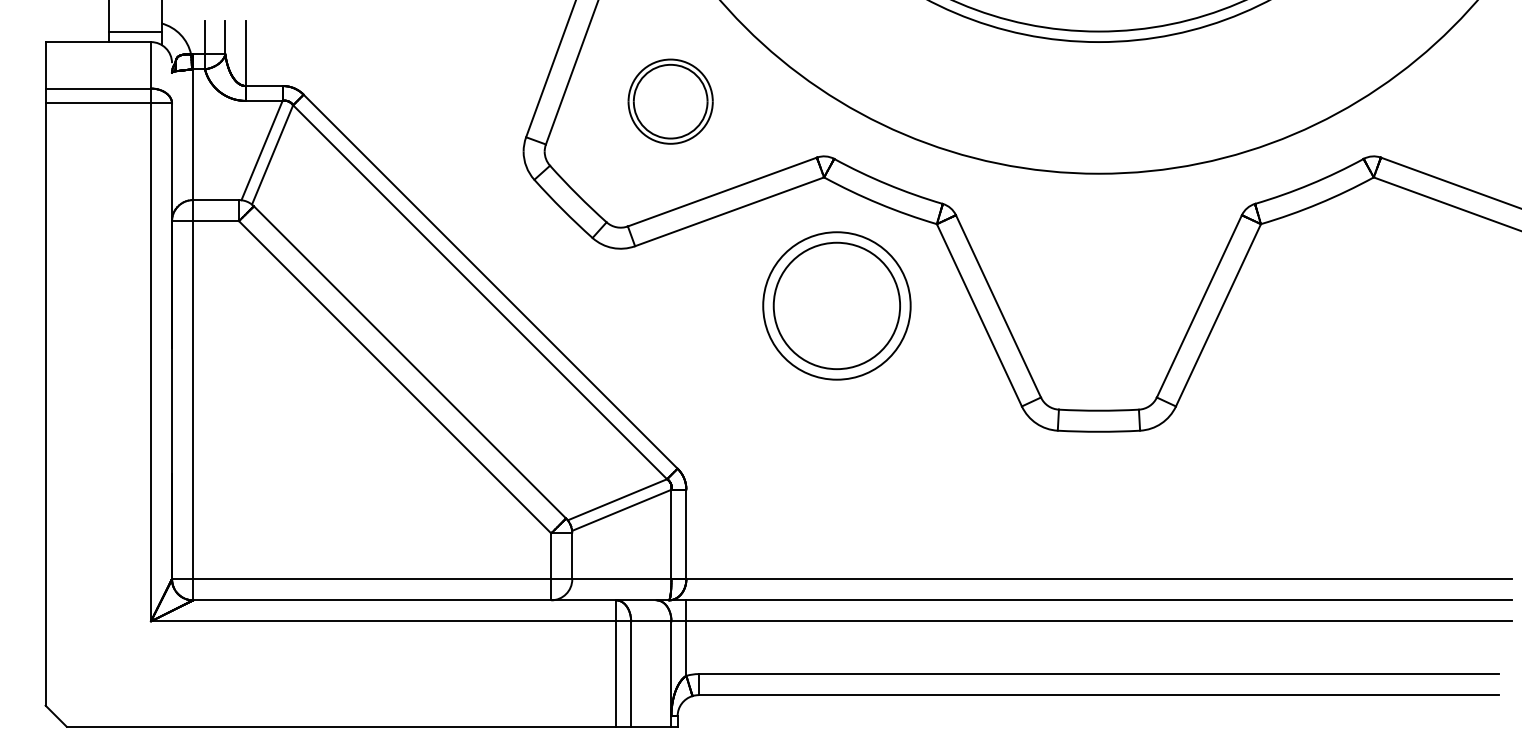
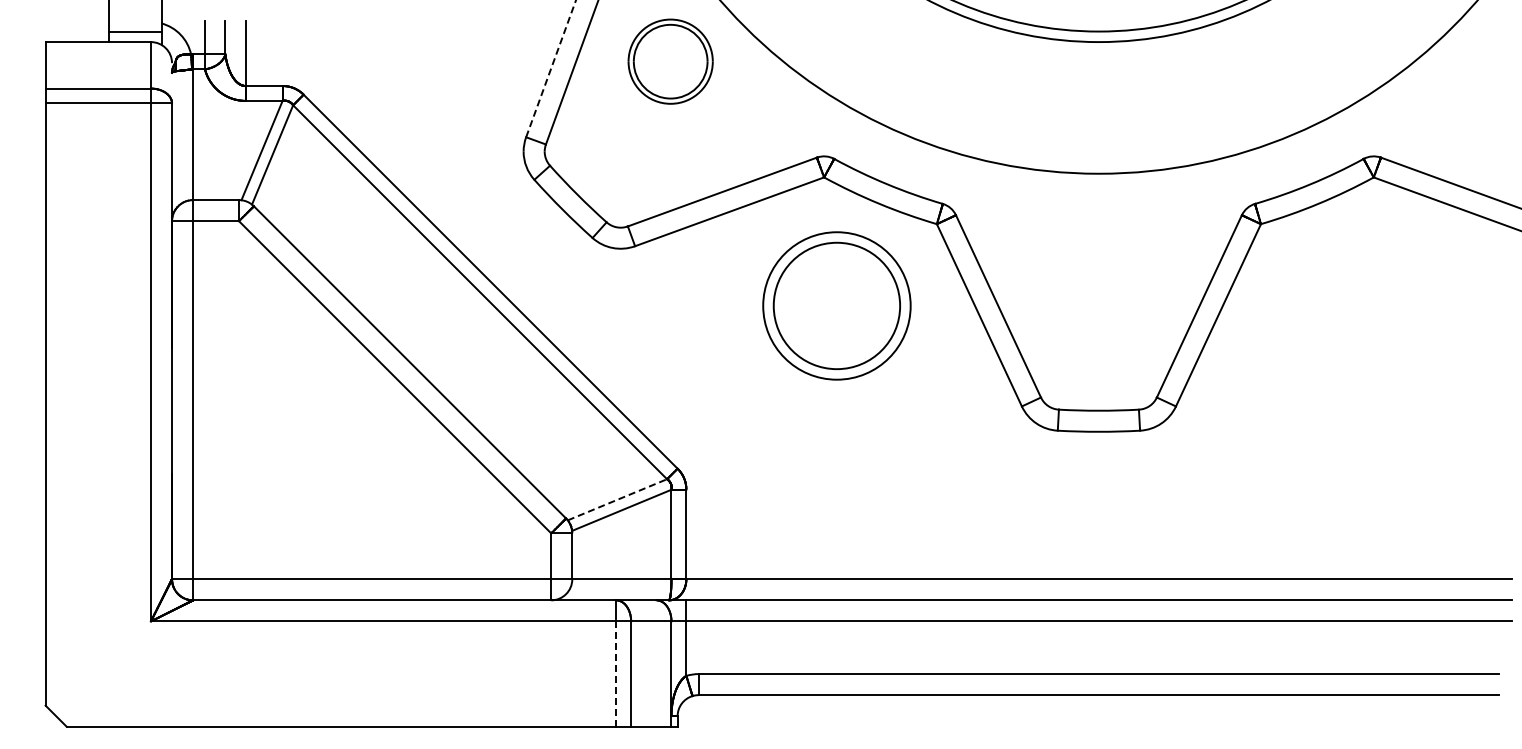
line at (551, 68): solid -> dashed
part at (670, 101) position: (670, 101) -> (670, 61)
line at (617, 499): solid -> dashed
line at (616, 674): solid -> dashed
